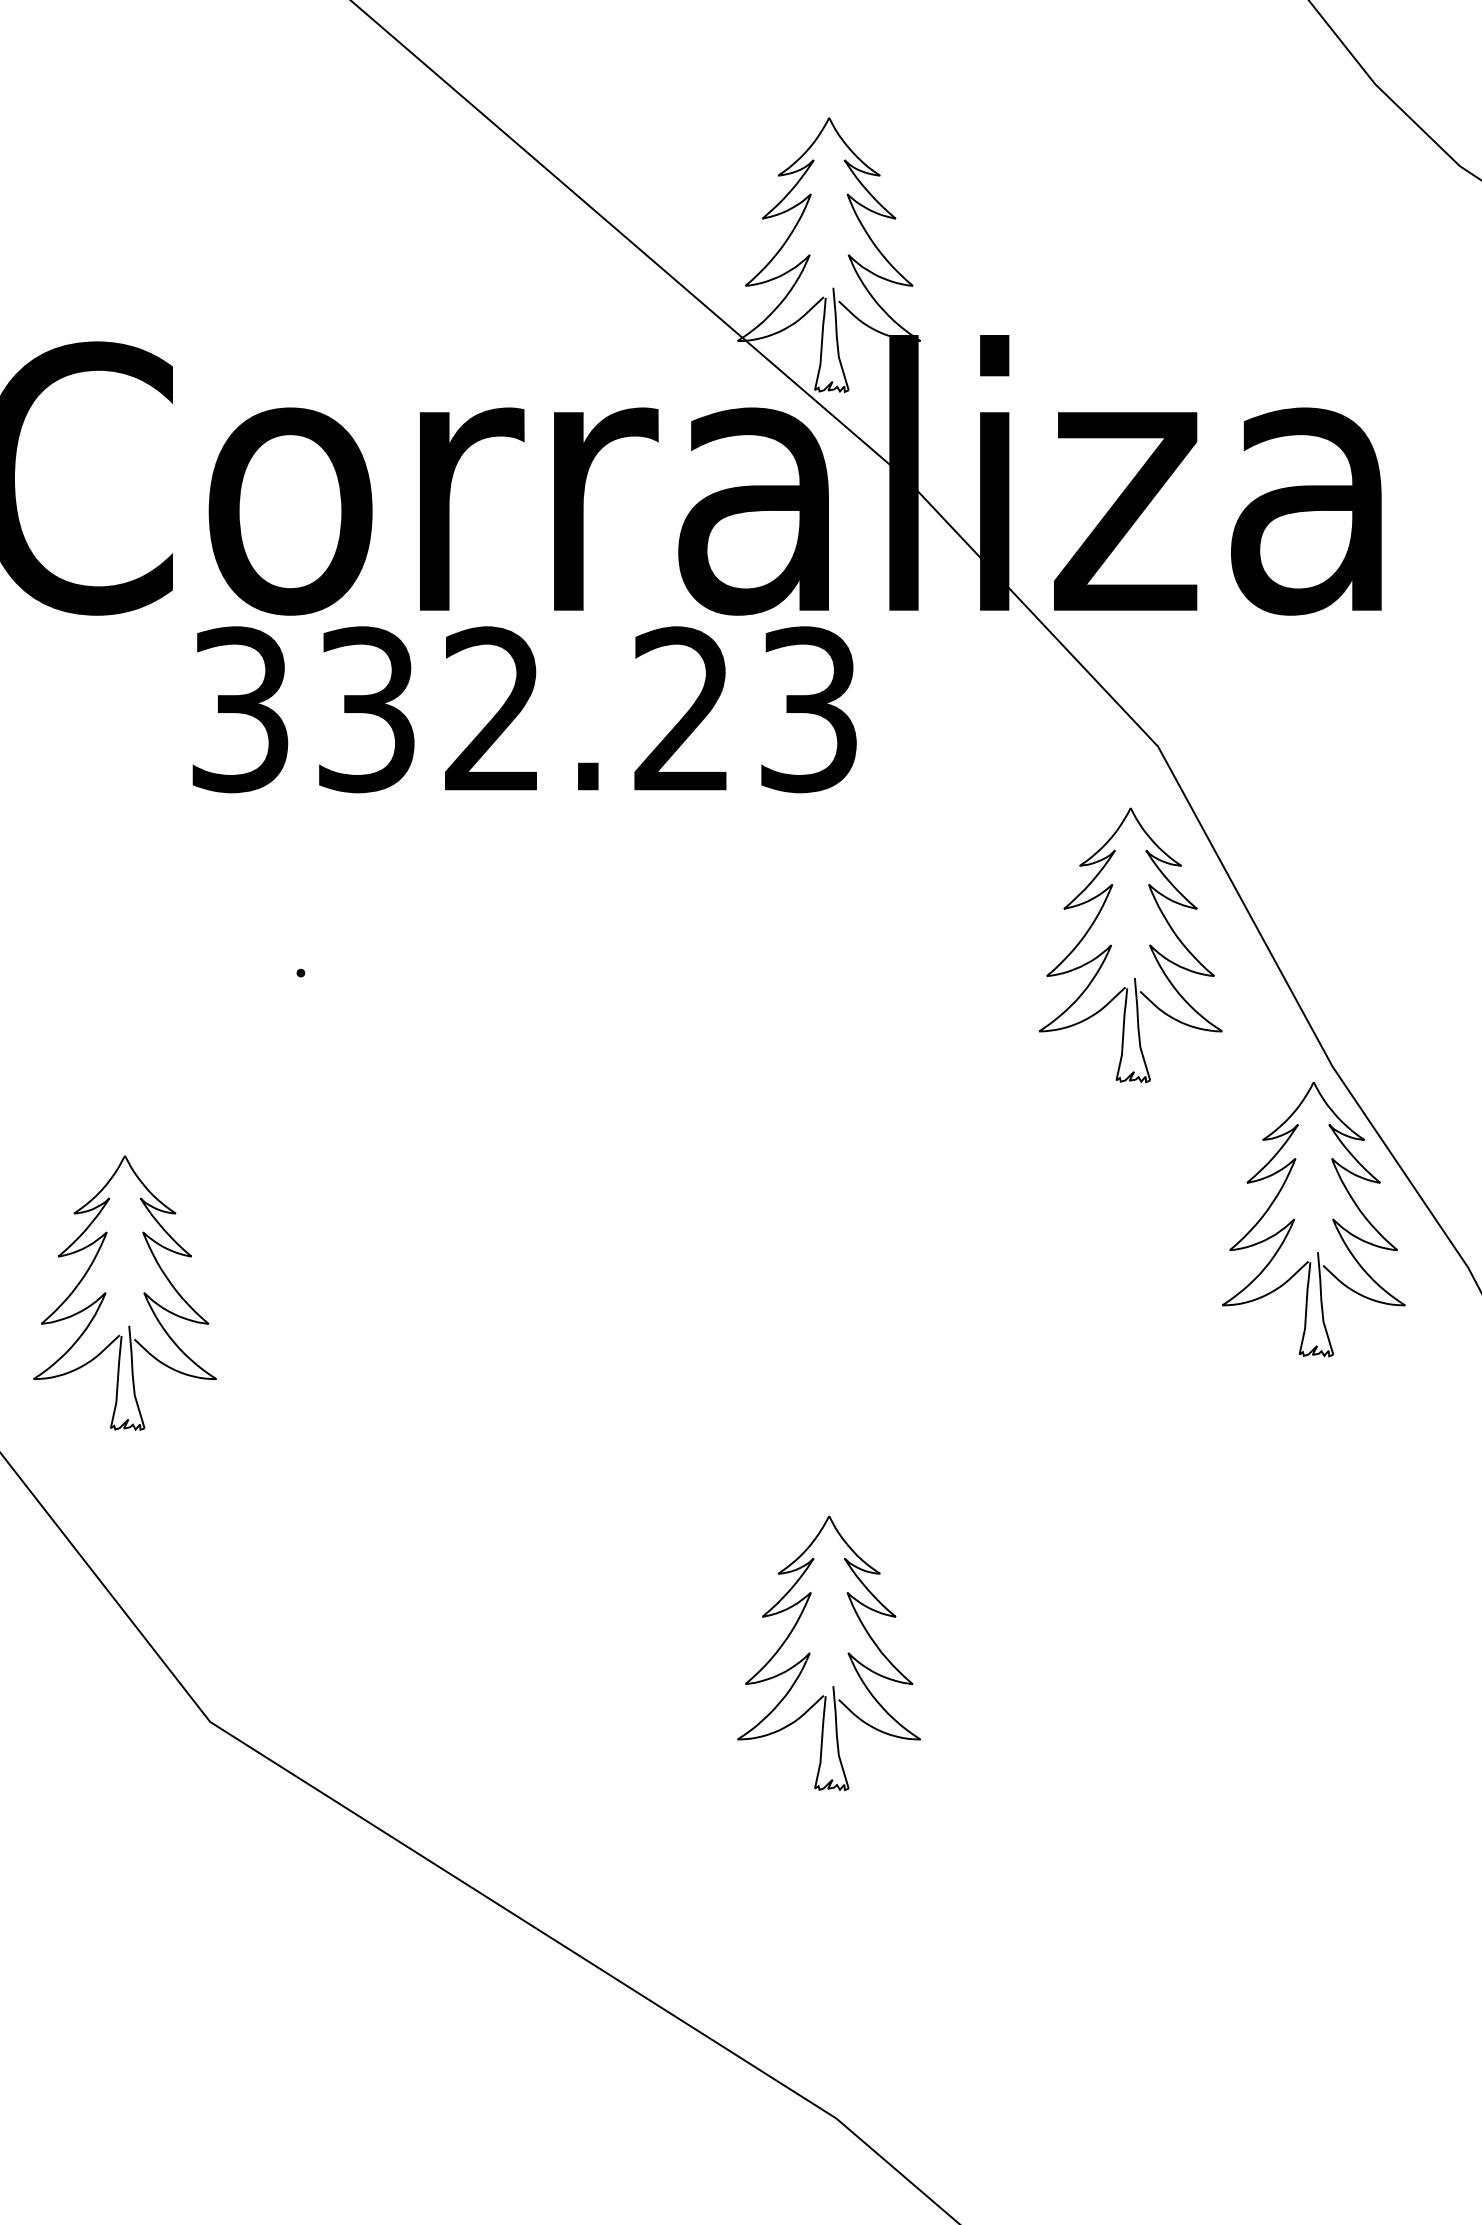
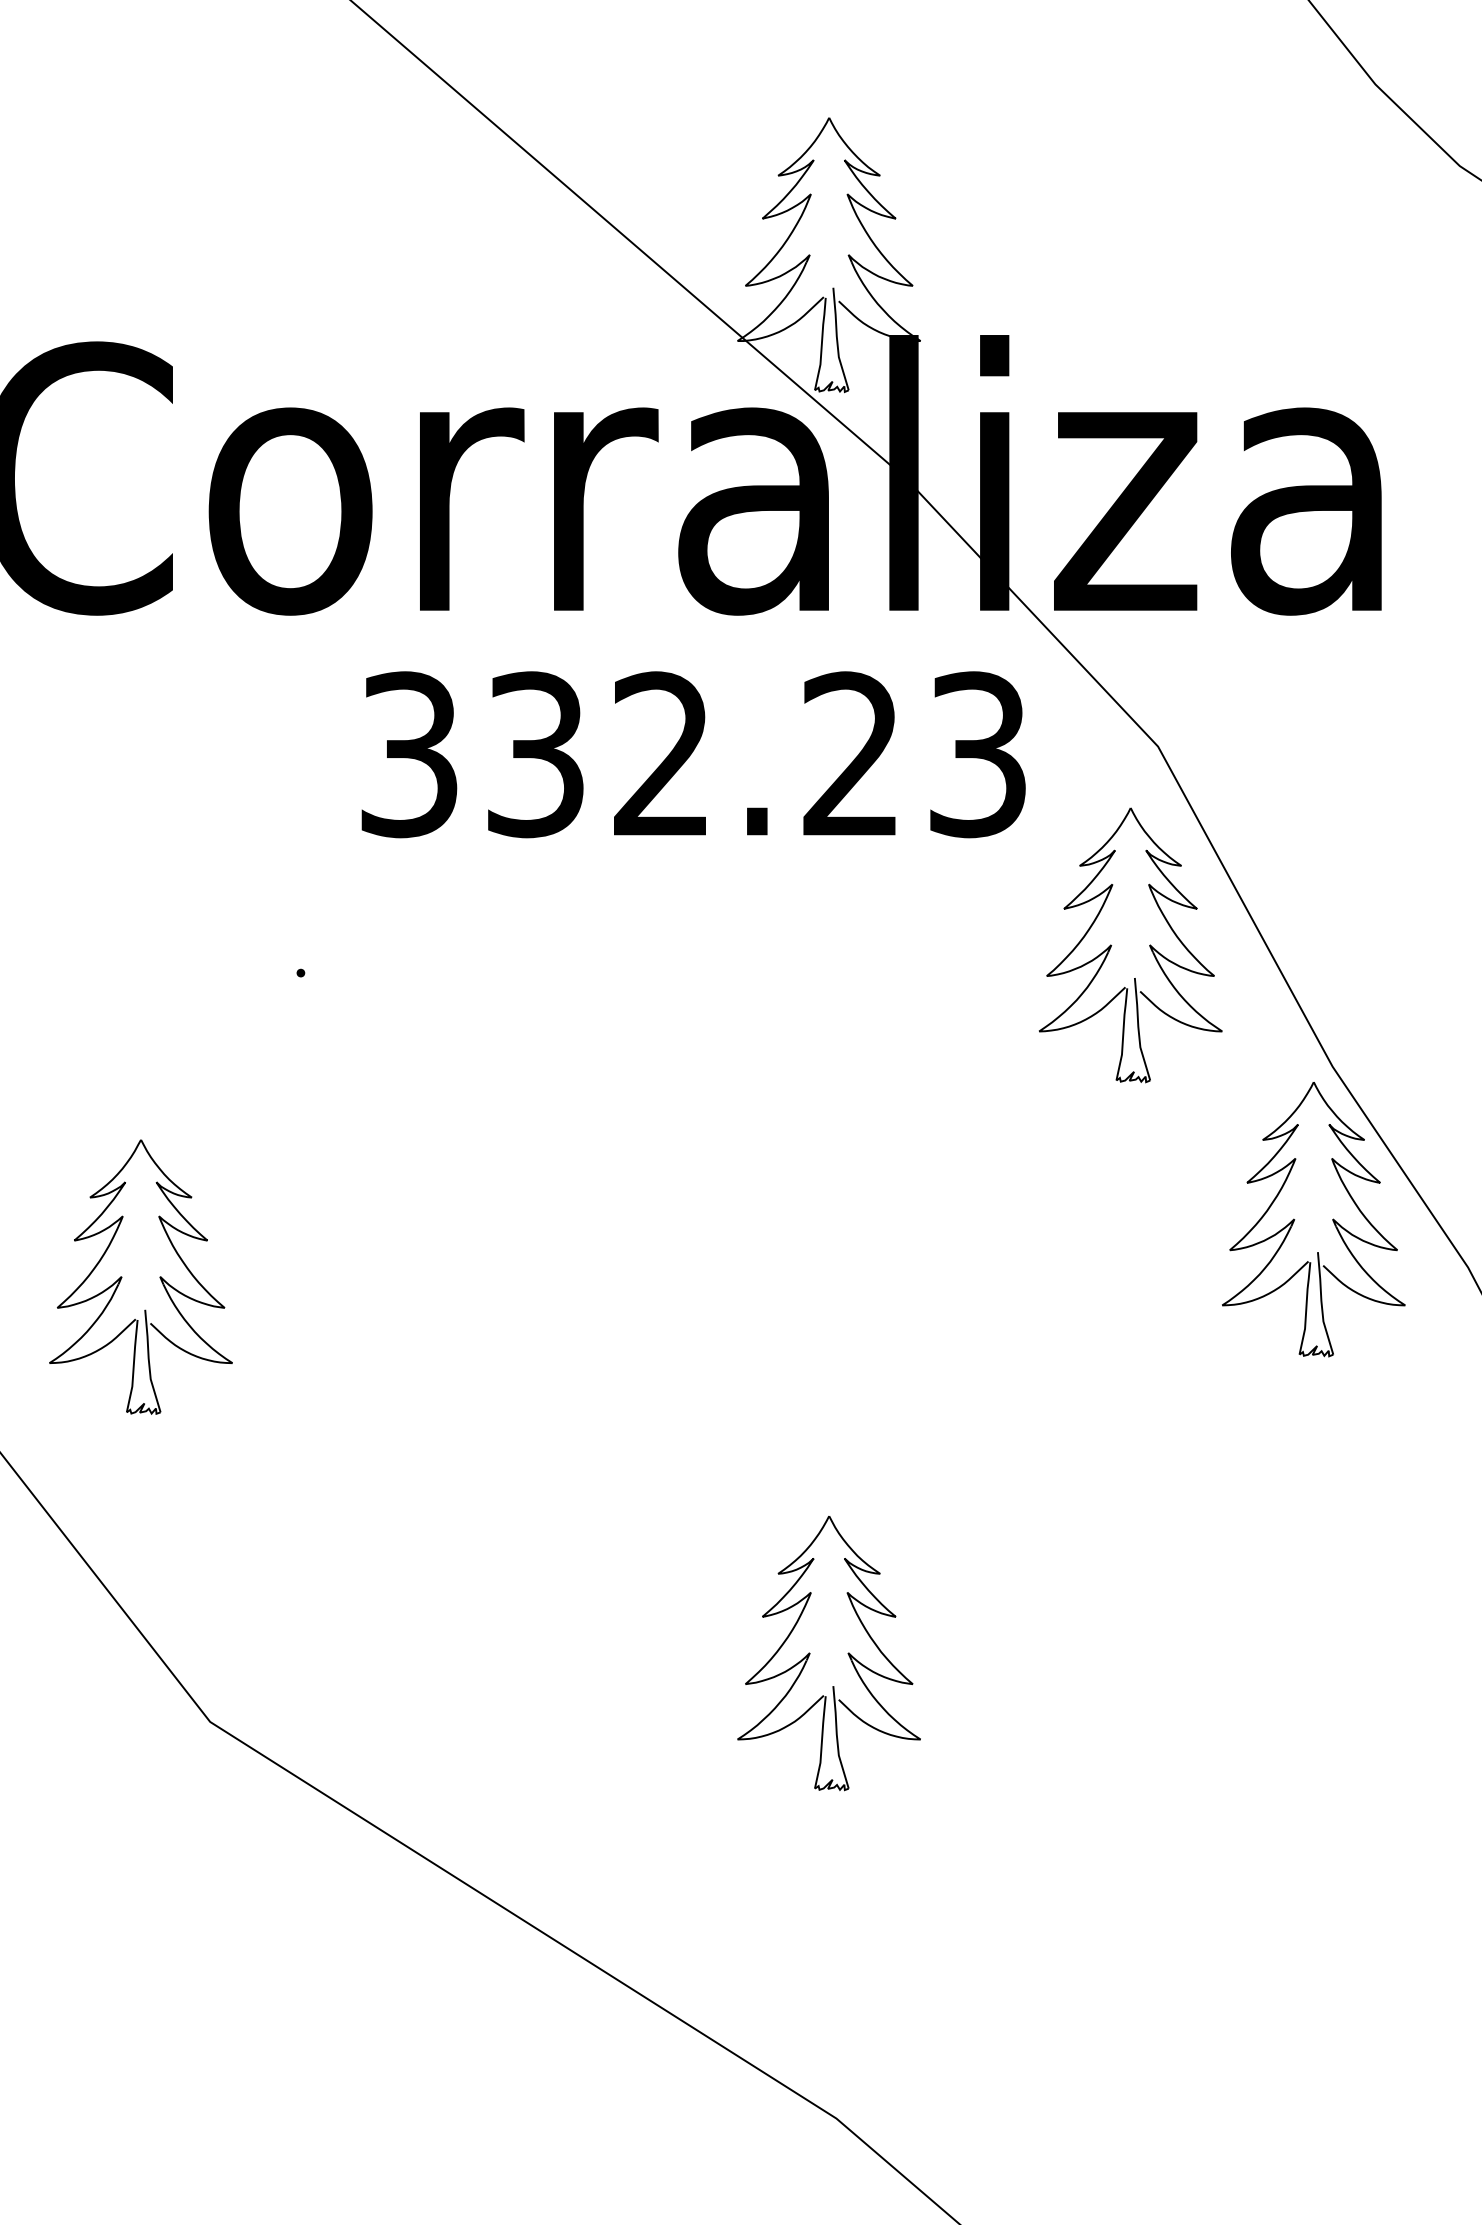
text at (524, 709) position: (524, 709) -> (693, 754)
part at (106, 1293) position: (106, 1293) -> (122, 1277)
